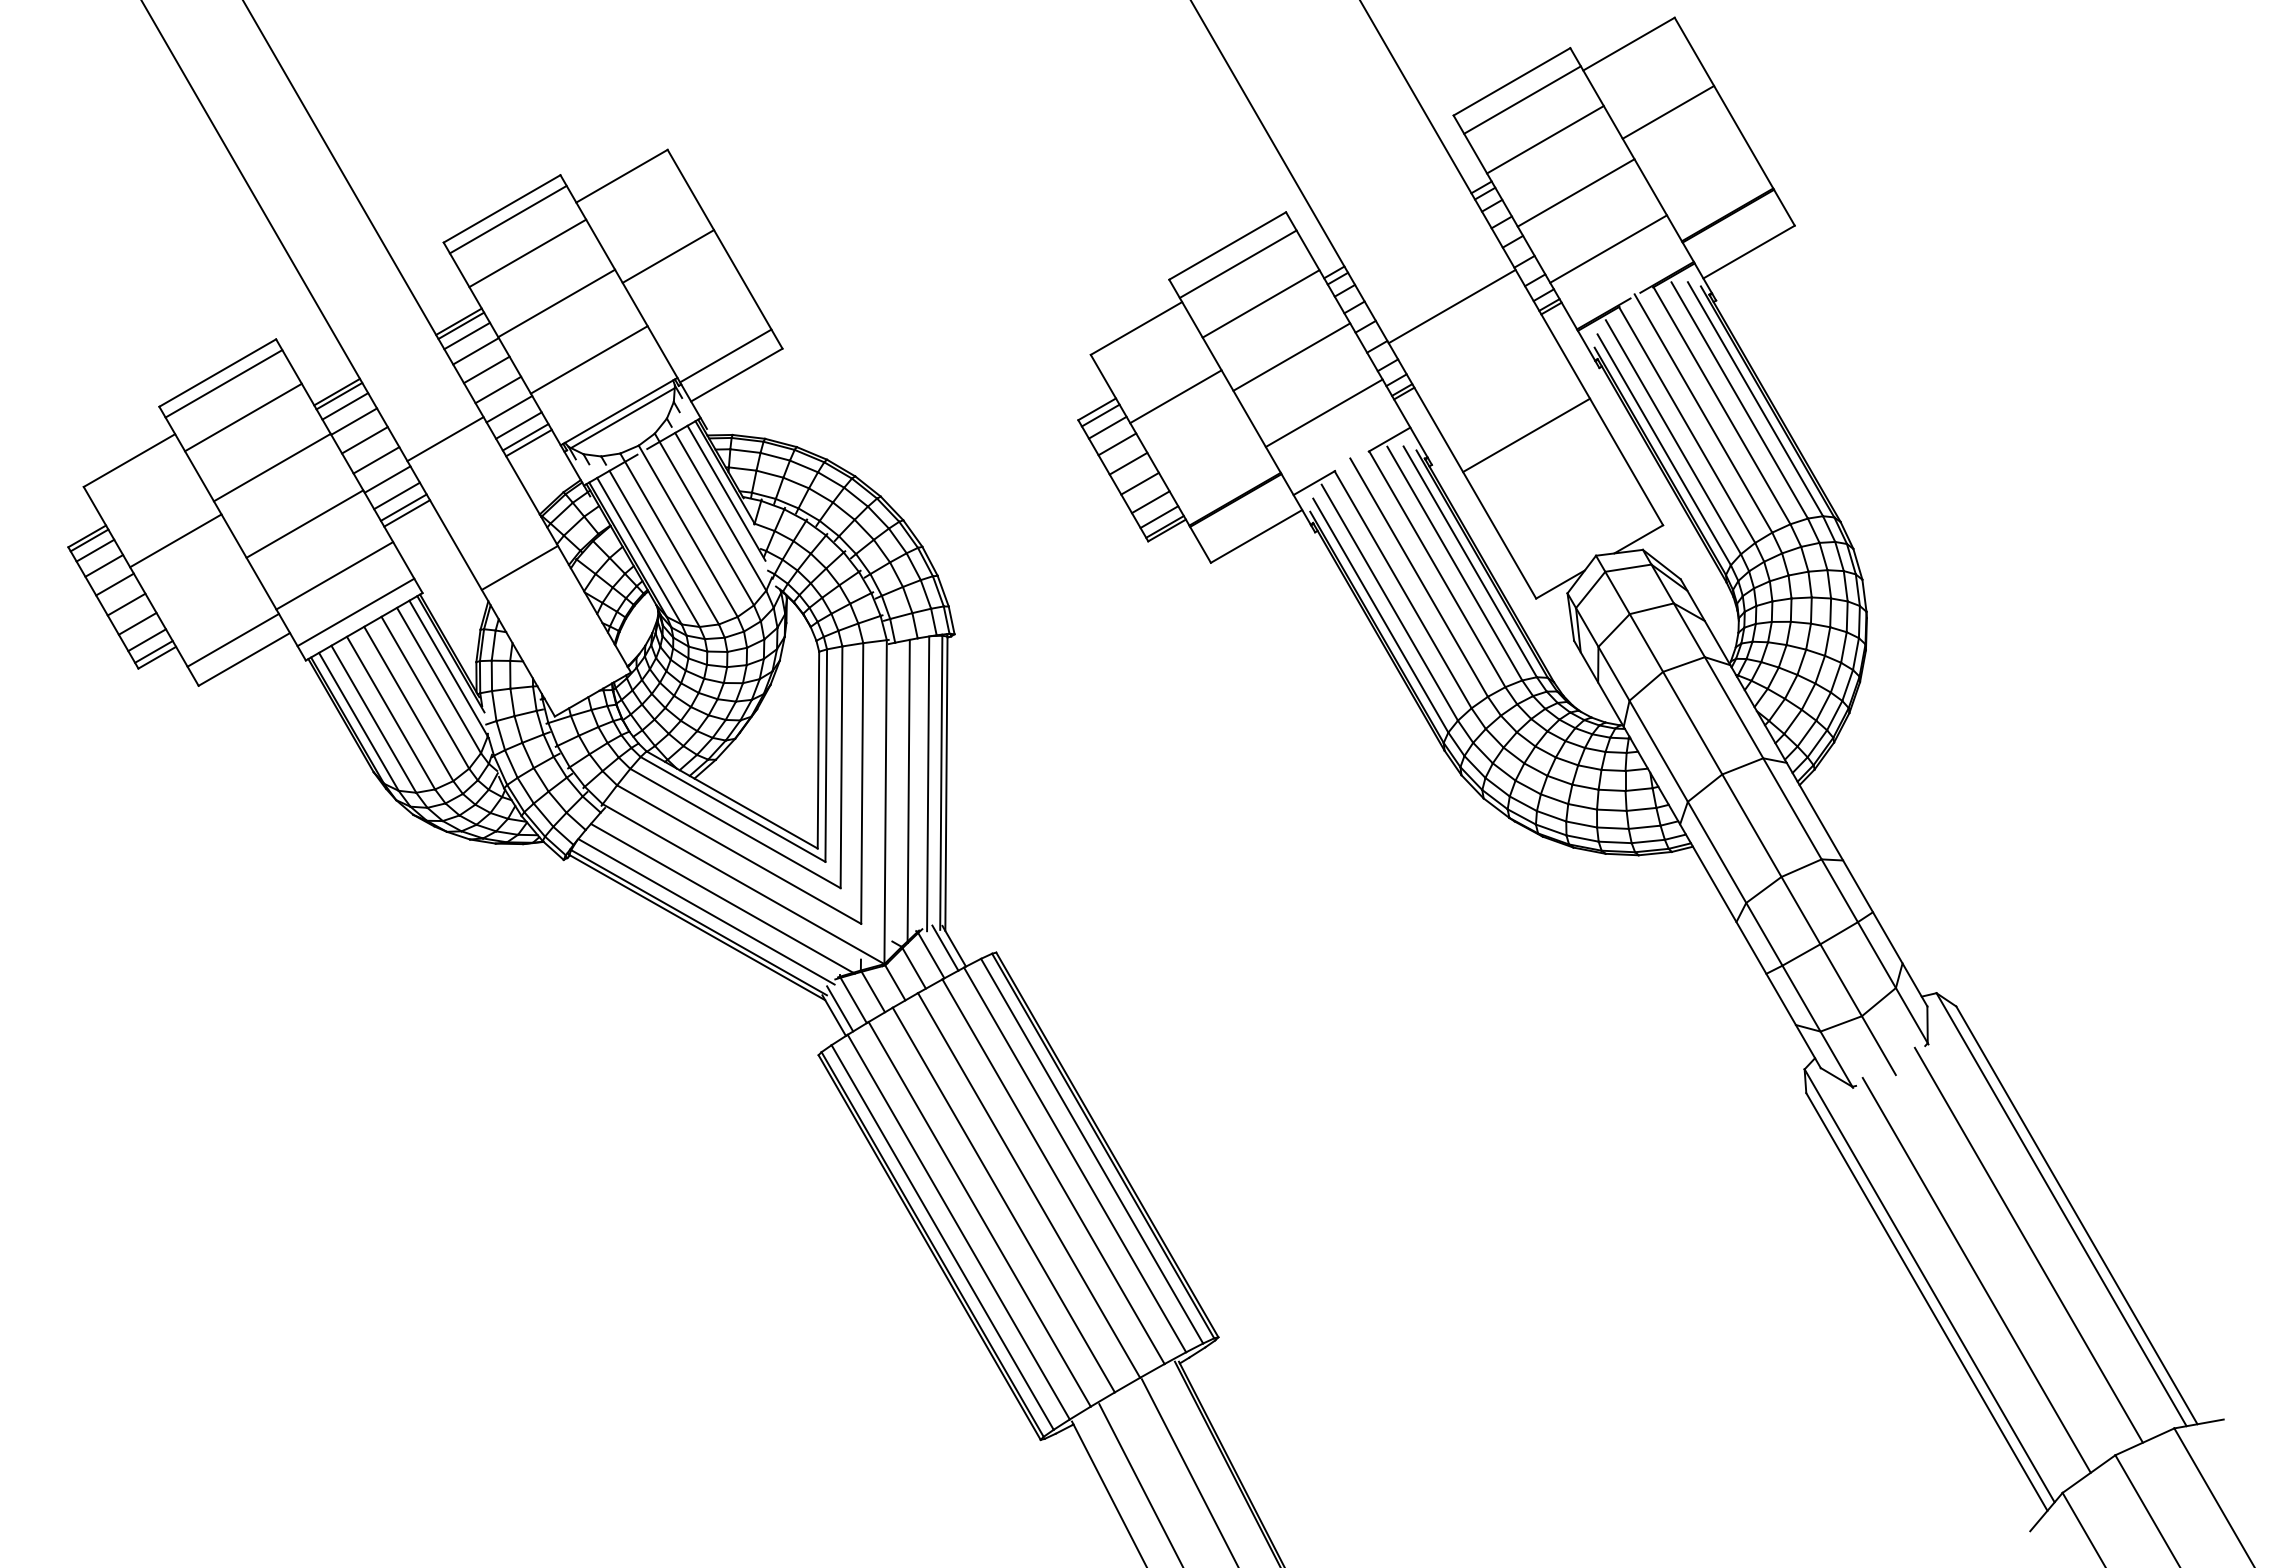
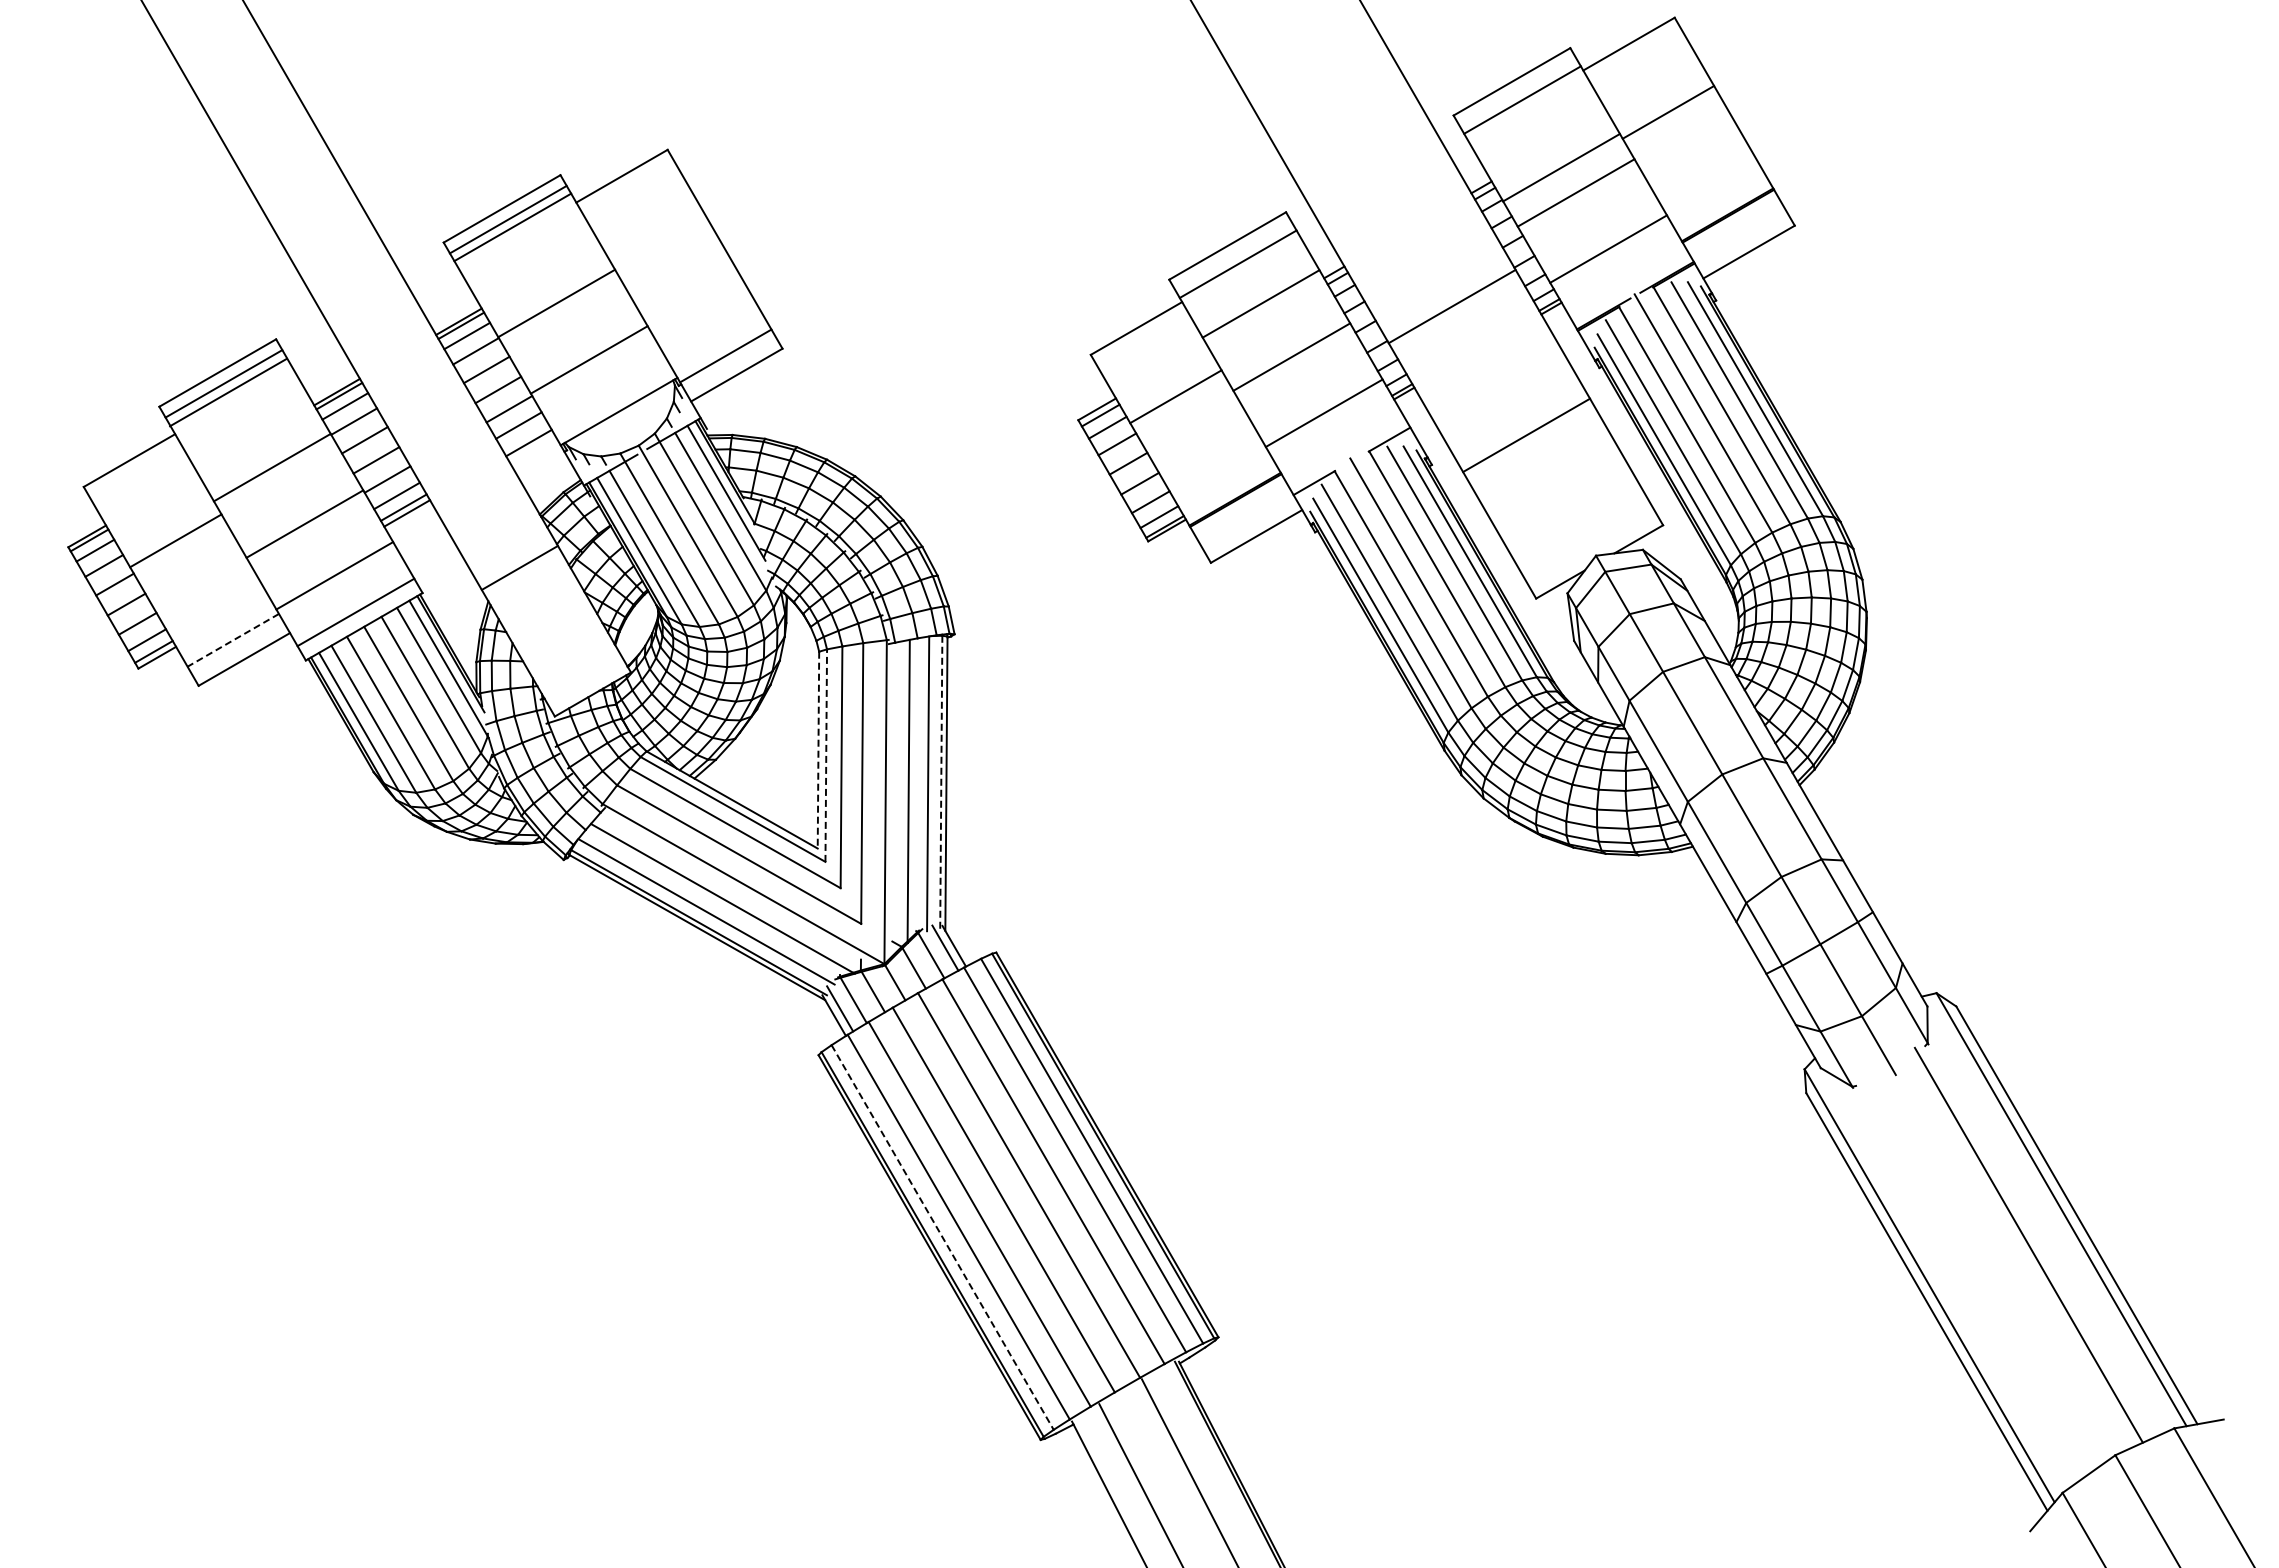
line at (1545, 139) position: (1545, 139) -> (1561, 167)
line at (527, 253) position: (527, 253) -> (512, 227)
line at (668, 256): present -> none
line at (243, 417) position: (243, 417) -> (228, 392)
line at (622, 418): present -> none
line at (525, 437): present -> none
line at (445, 439): present -> none
line at (233, 640): solid -> dashed
line at (818, 750): solid -> dashed
line at (826, 755): solid -> dashed
line at (941, 783): solid -> dashed
line at (942, 1237): solid -> dashed
line at (1976, 1274): present -> none
